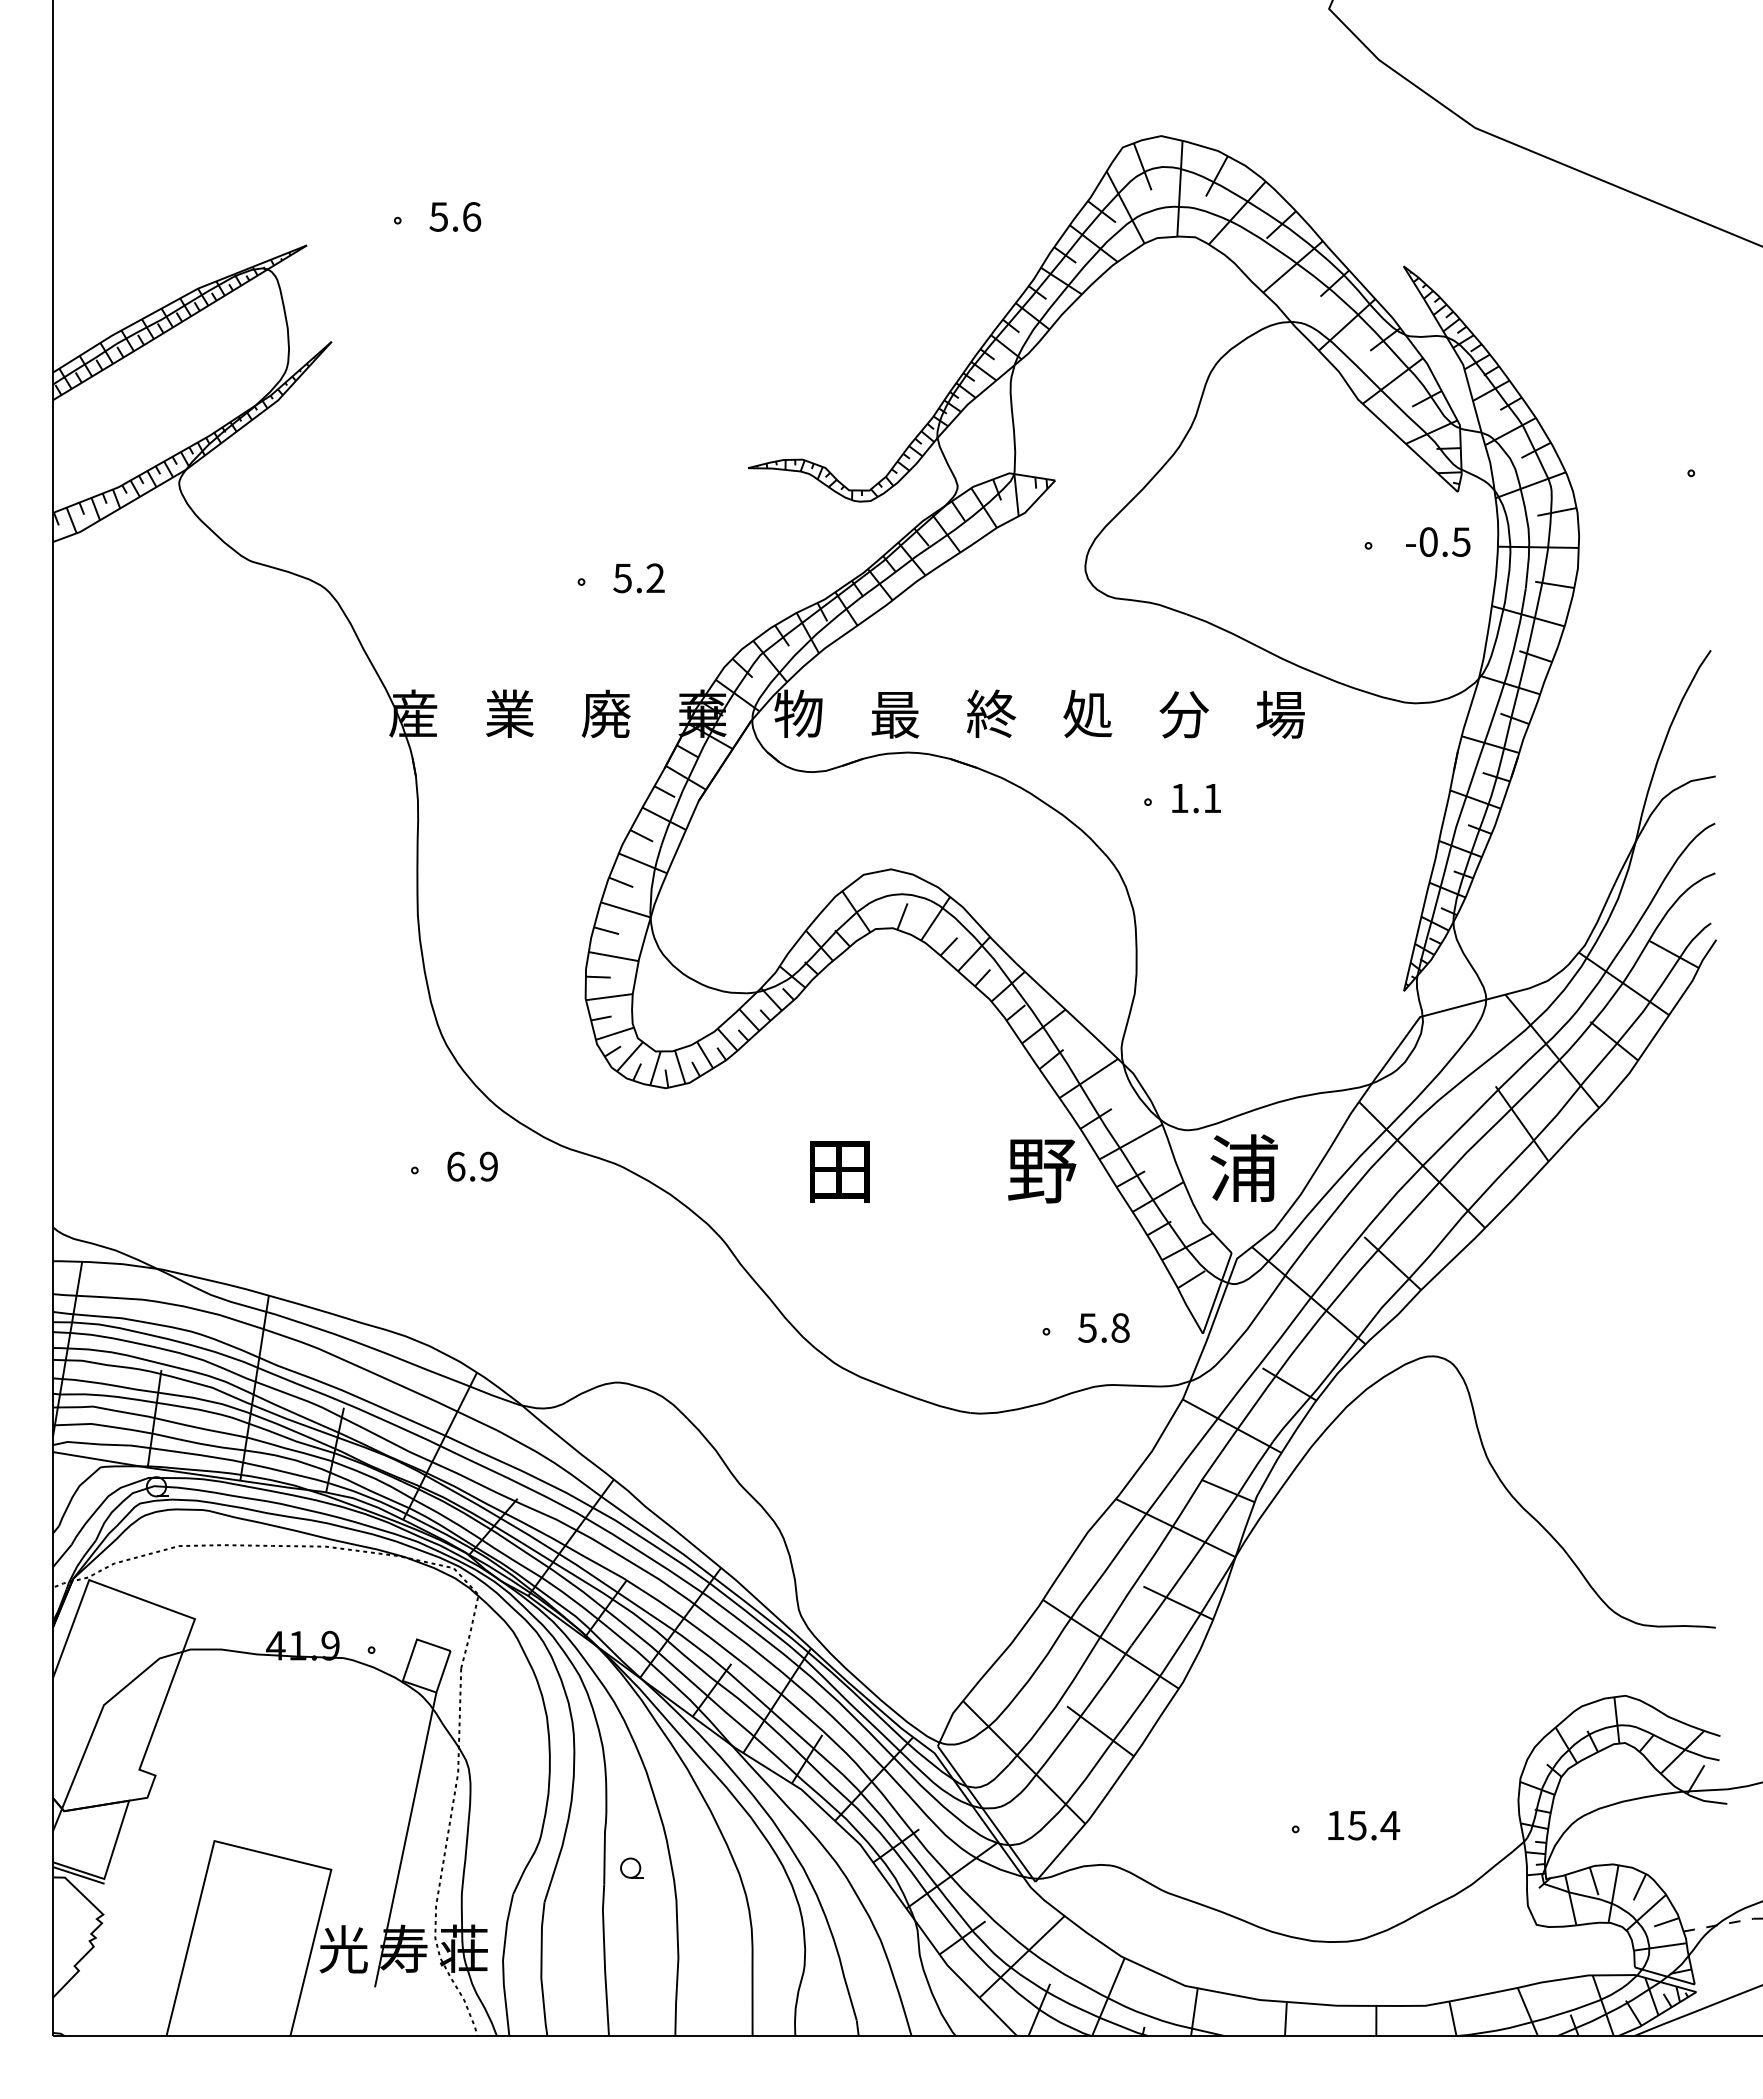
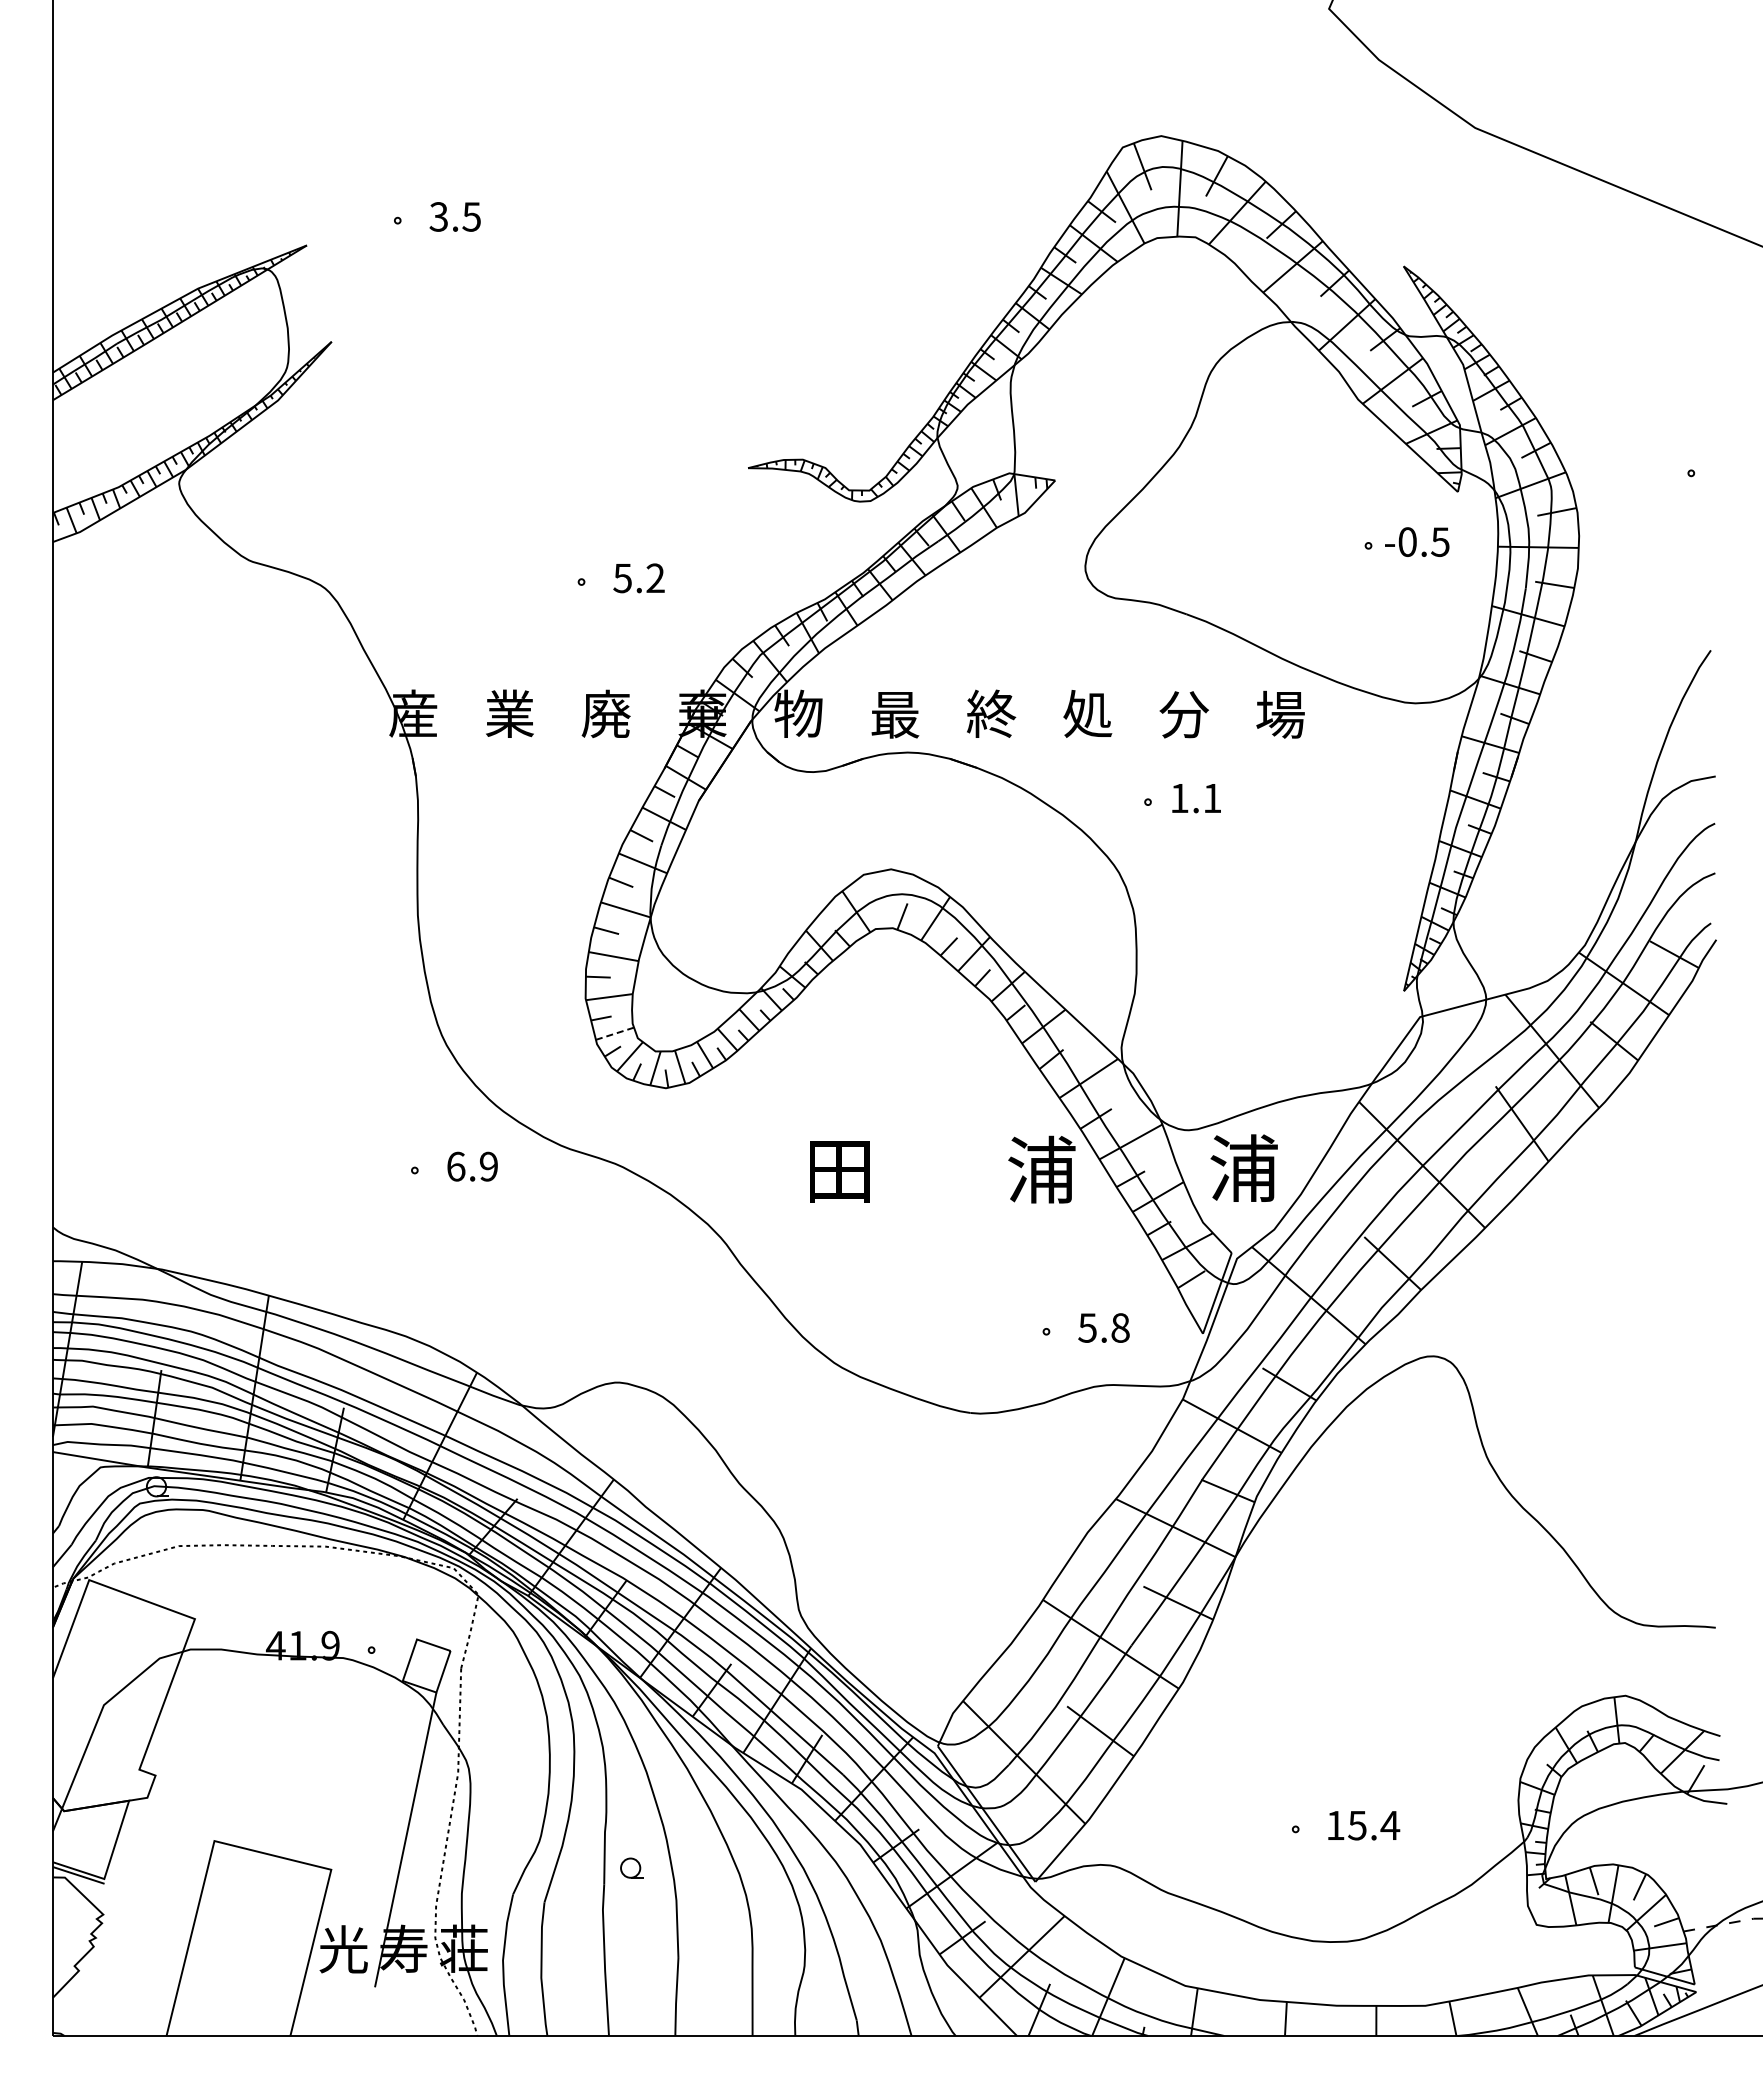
text at (455, 216): 5.6 -> 3.5
text at (1438, 541) position: (1438, 541) -> (1417, 541)
line at (615, 1033): solid -> dashed
text at (1042, 1169): 野 -> 浦
